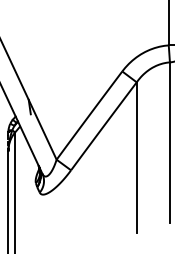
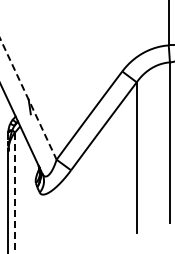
line at (28, 99): solid -> dashed
line at (15, 193): solid -> dashed
